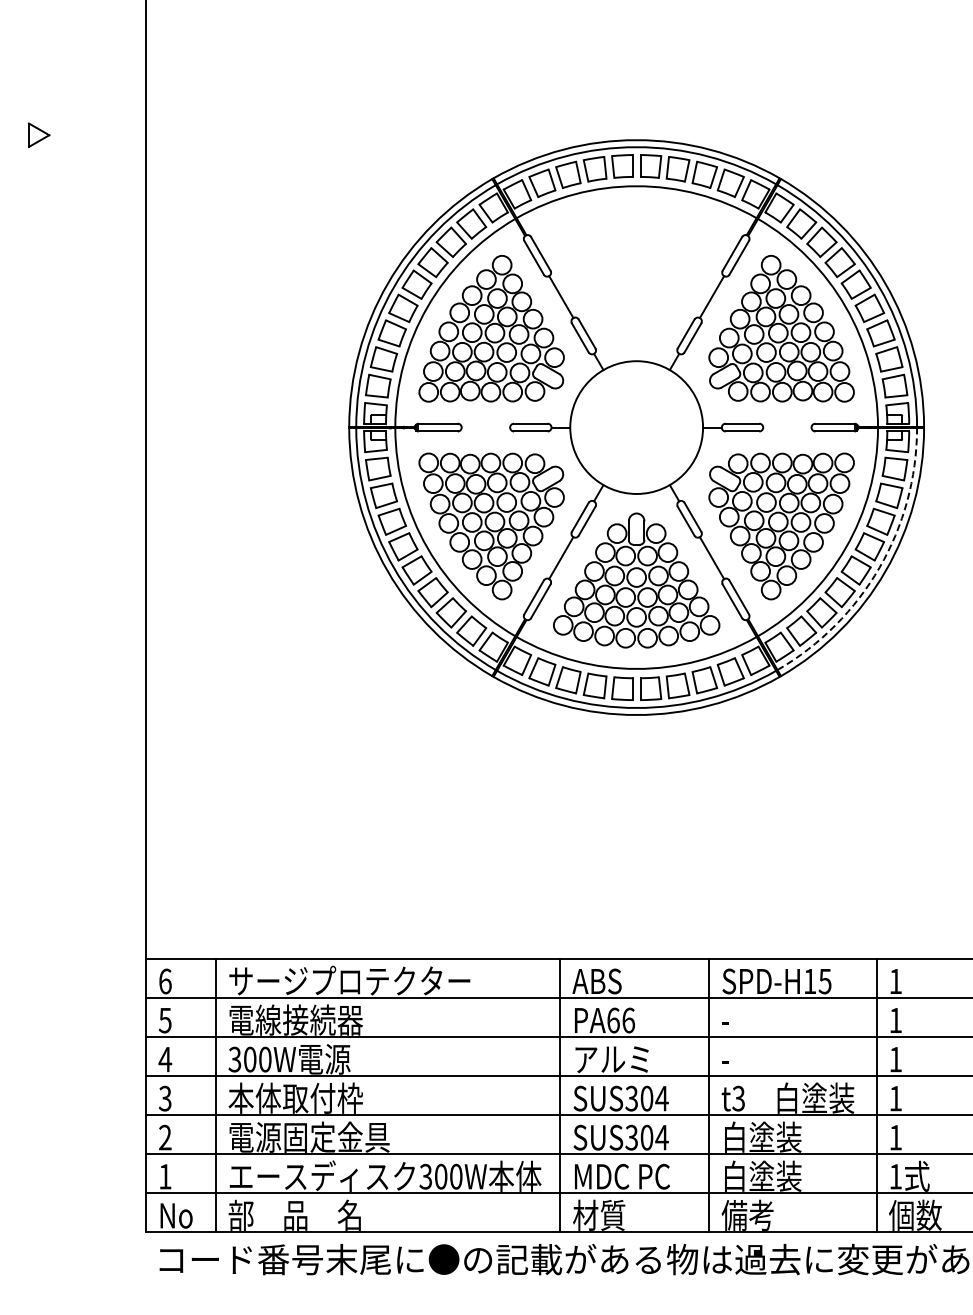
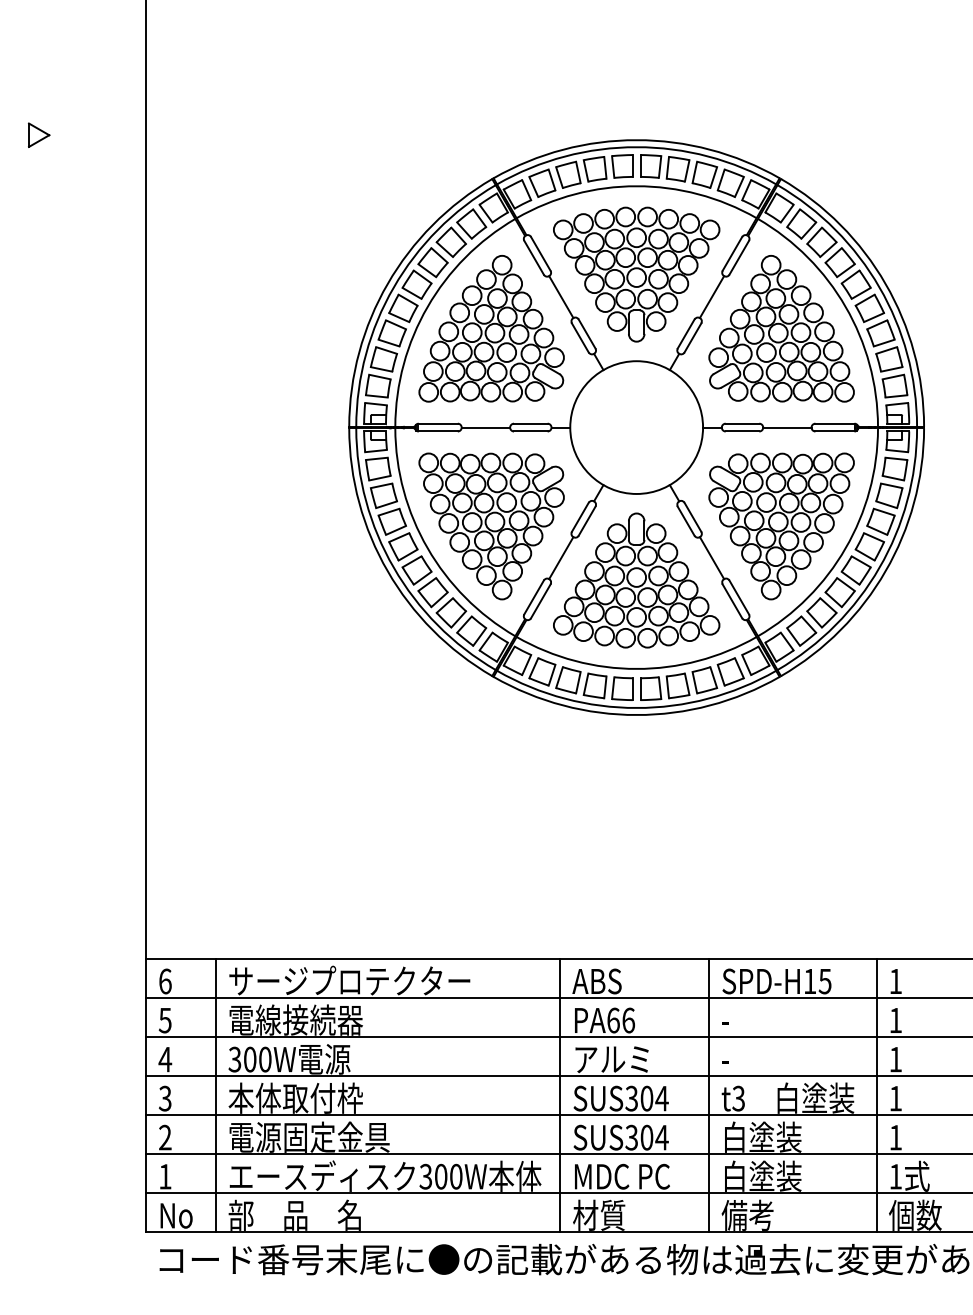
part at (636, 274): none -> present
line at (485, 427): none -> present
line at (787, 427): none -> present
arc at (879, 567): dashed -> solid
